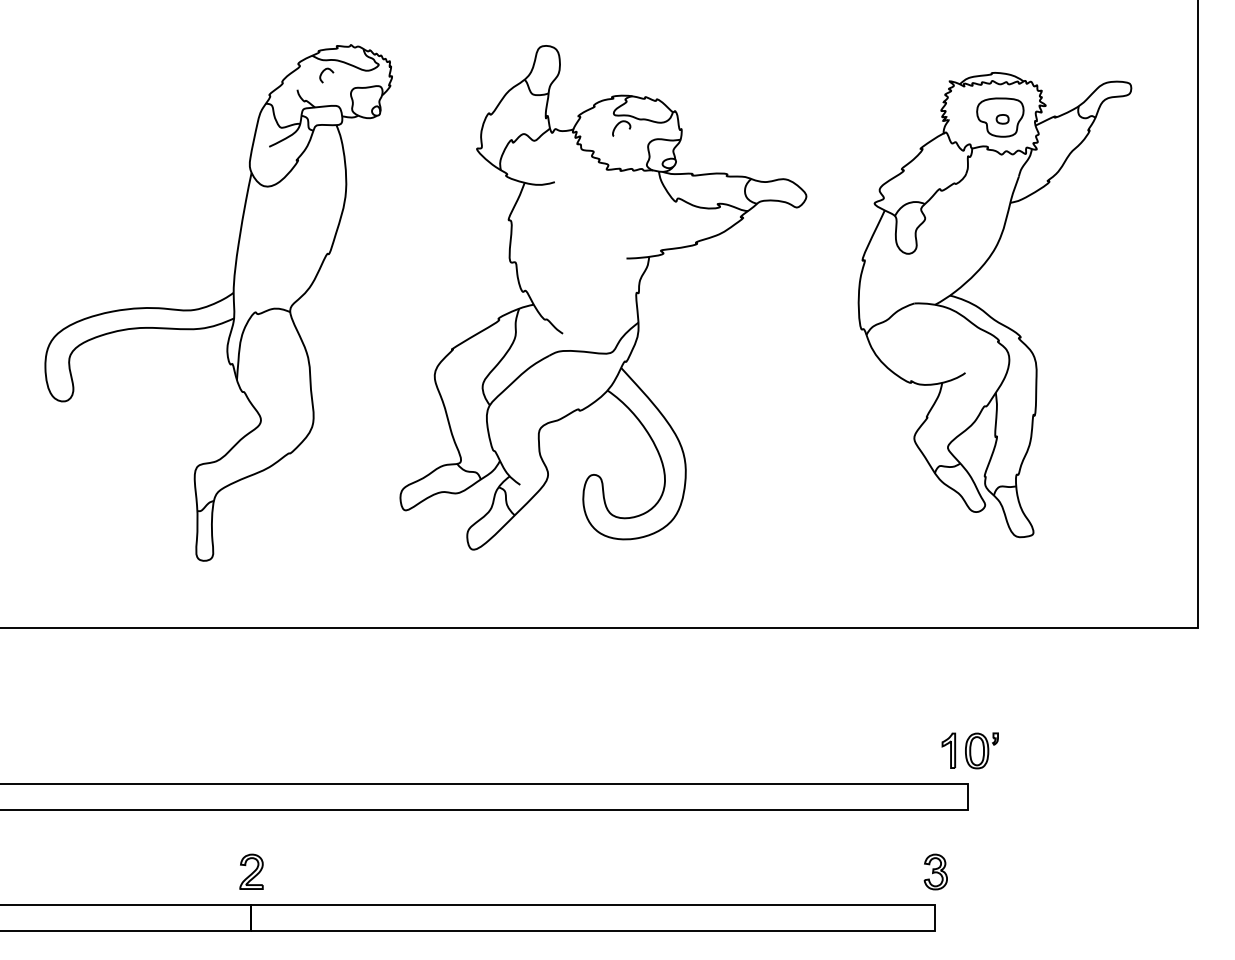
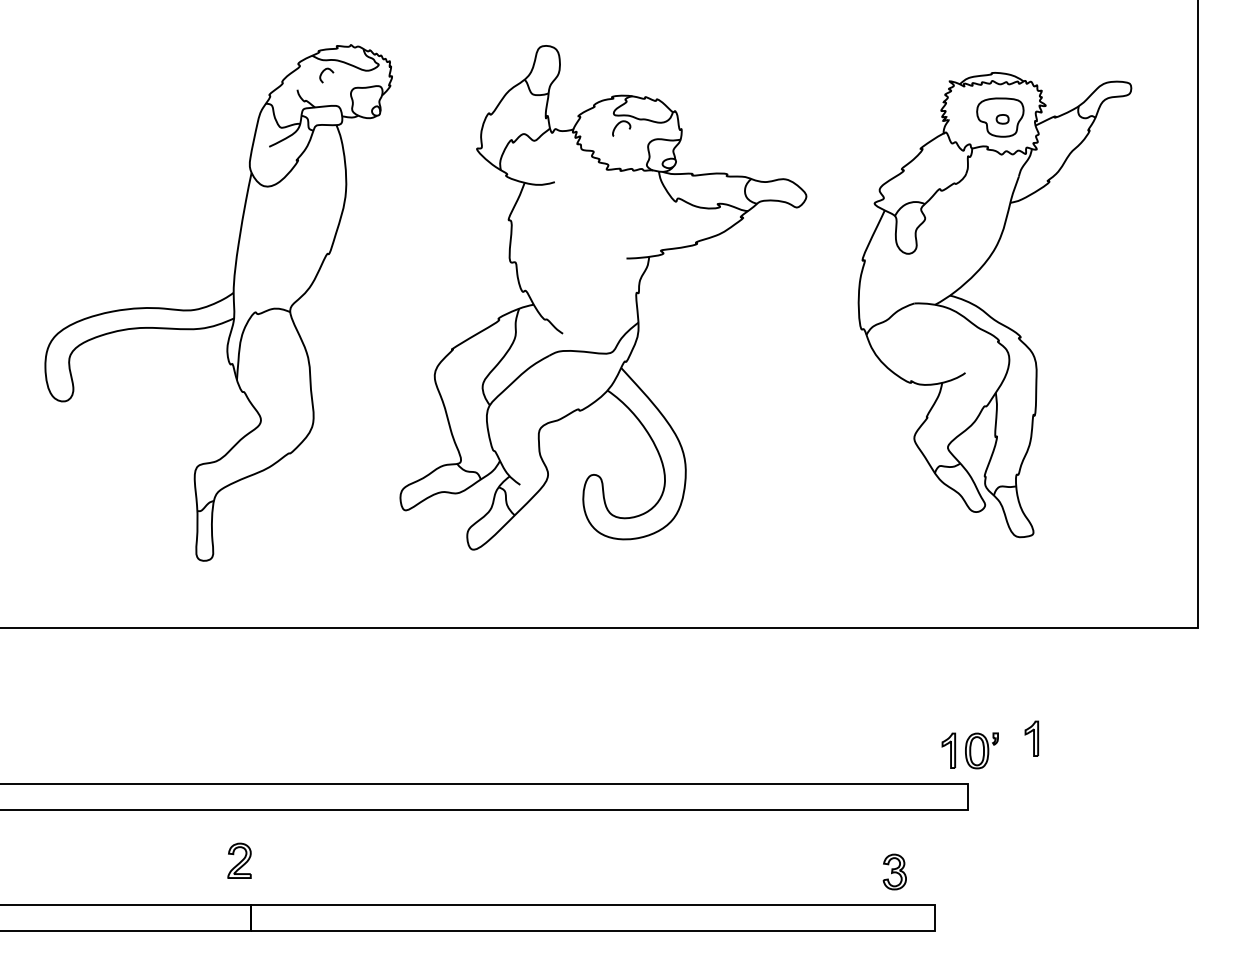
part at (1031, 738): none -> present
part at (251, 871) position: (251, 871) -> (239, 860)
part at (935, 871) position: (935, 871) -> (894, 871)
